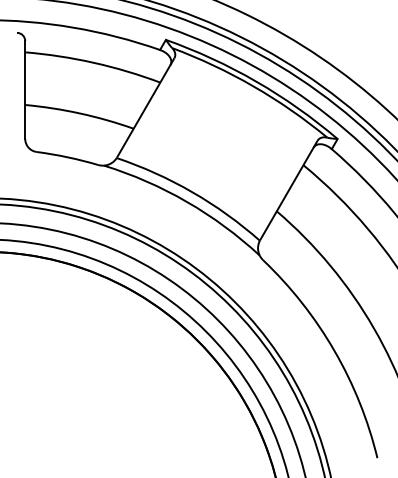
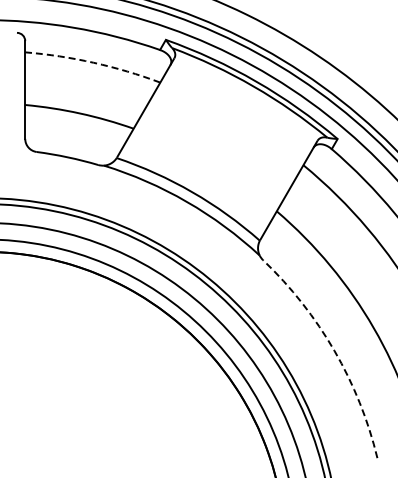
arc at (93, 62): solid -> dashed
arc at (334, 350): solid -> dashed
